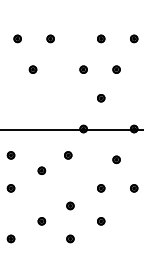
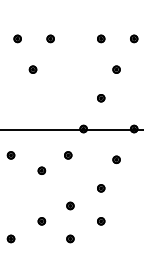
part at (83, 69): present -> none
part at (10, 188): present -> none
part at (134, 188): present -> none
